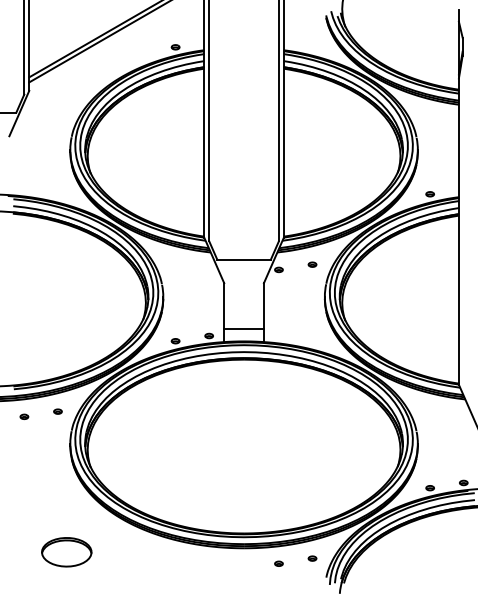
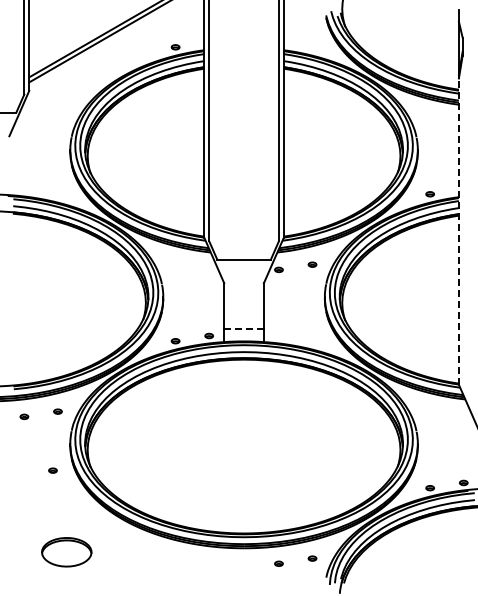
line at (458, 231): solid -> dashed
line at (244, 328): solid -> dashed
part at (52, 470): none -> present
